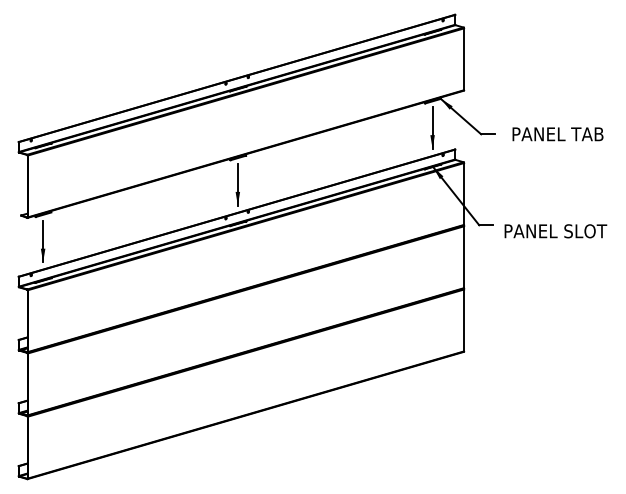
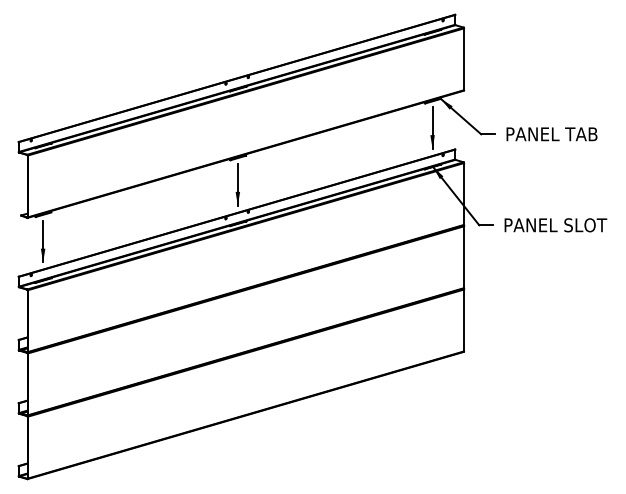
text at (557, 134) position: (557, 134) -> (551, 134)
text at (555, 231) position: (555, 231) -> (555, 225)
